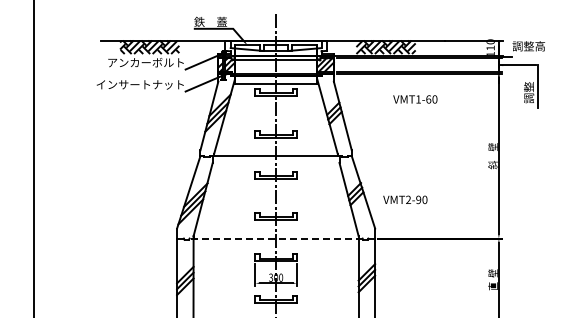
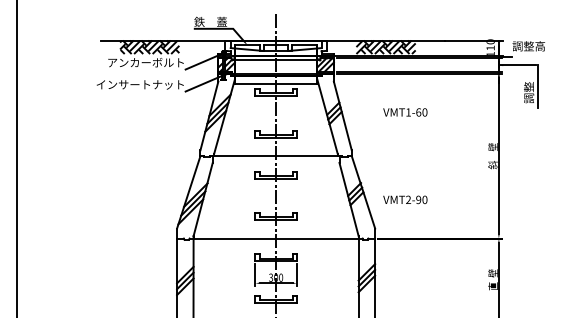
text at (415, 99) position: (415, 99) -> (405, 112)
line at (33, 158) position: (33, 158) -> (16, 158)
line at (276, 238): dashed -> solid
